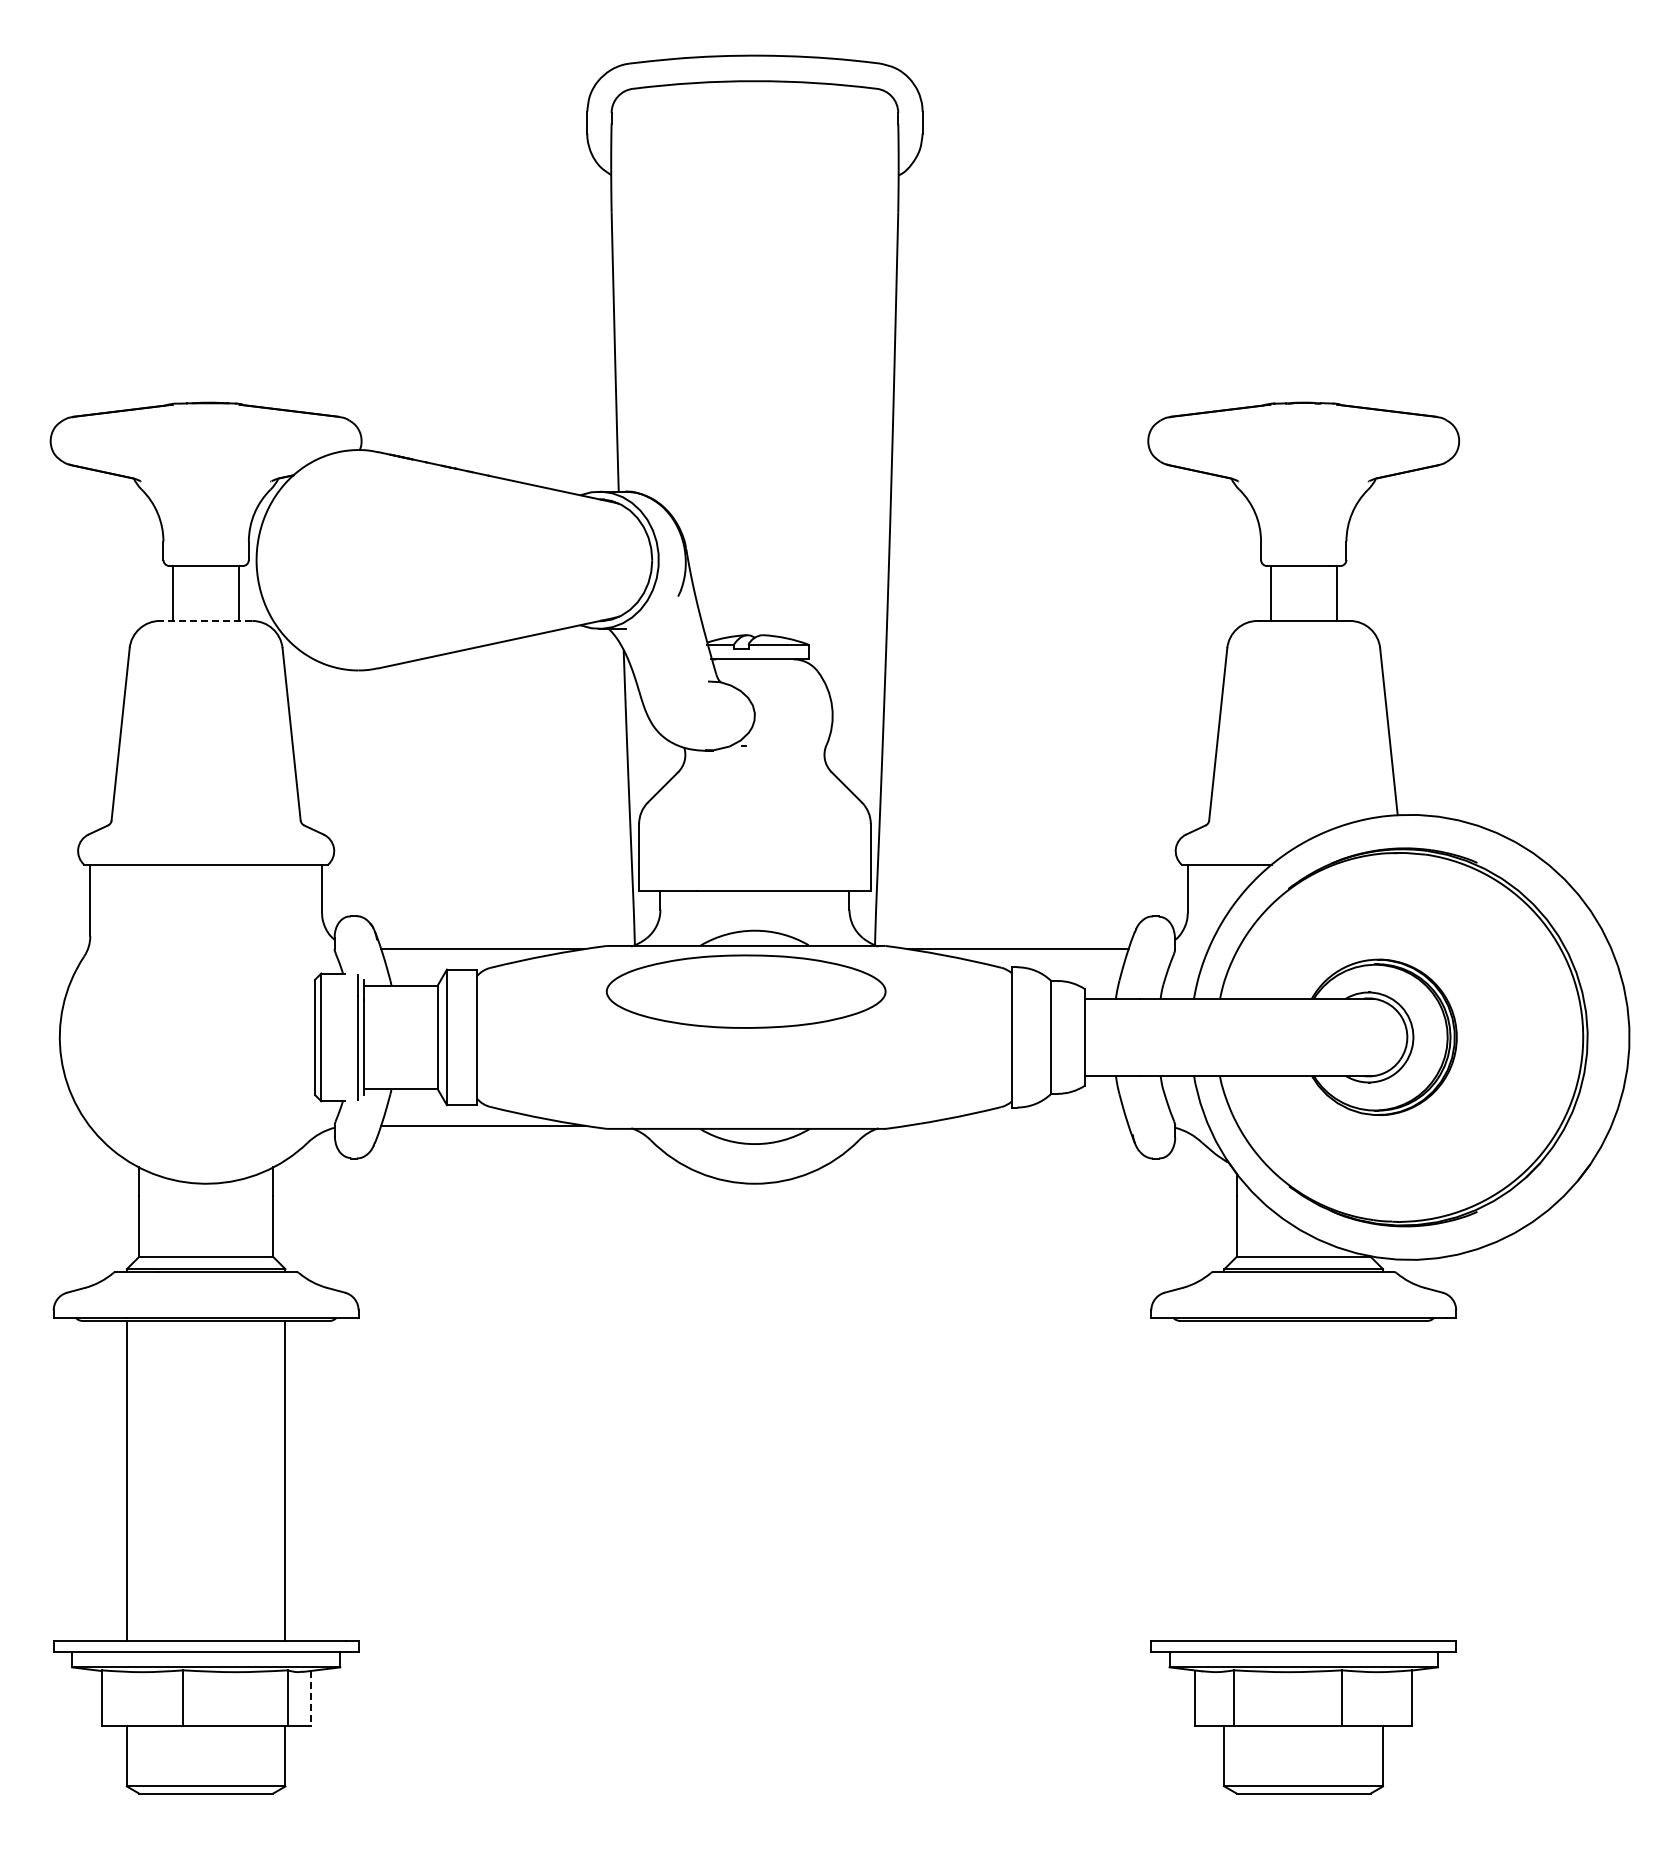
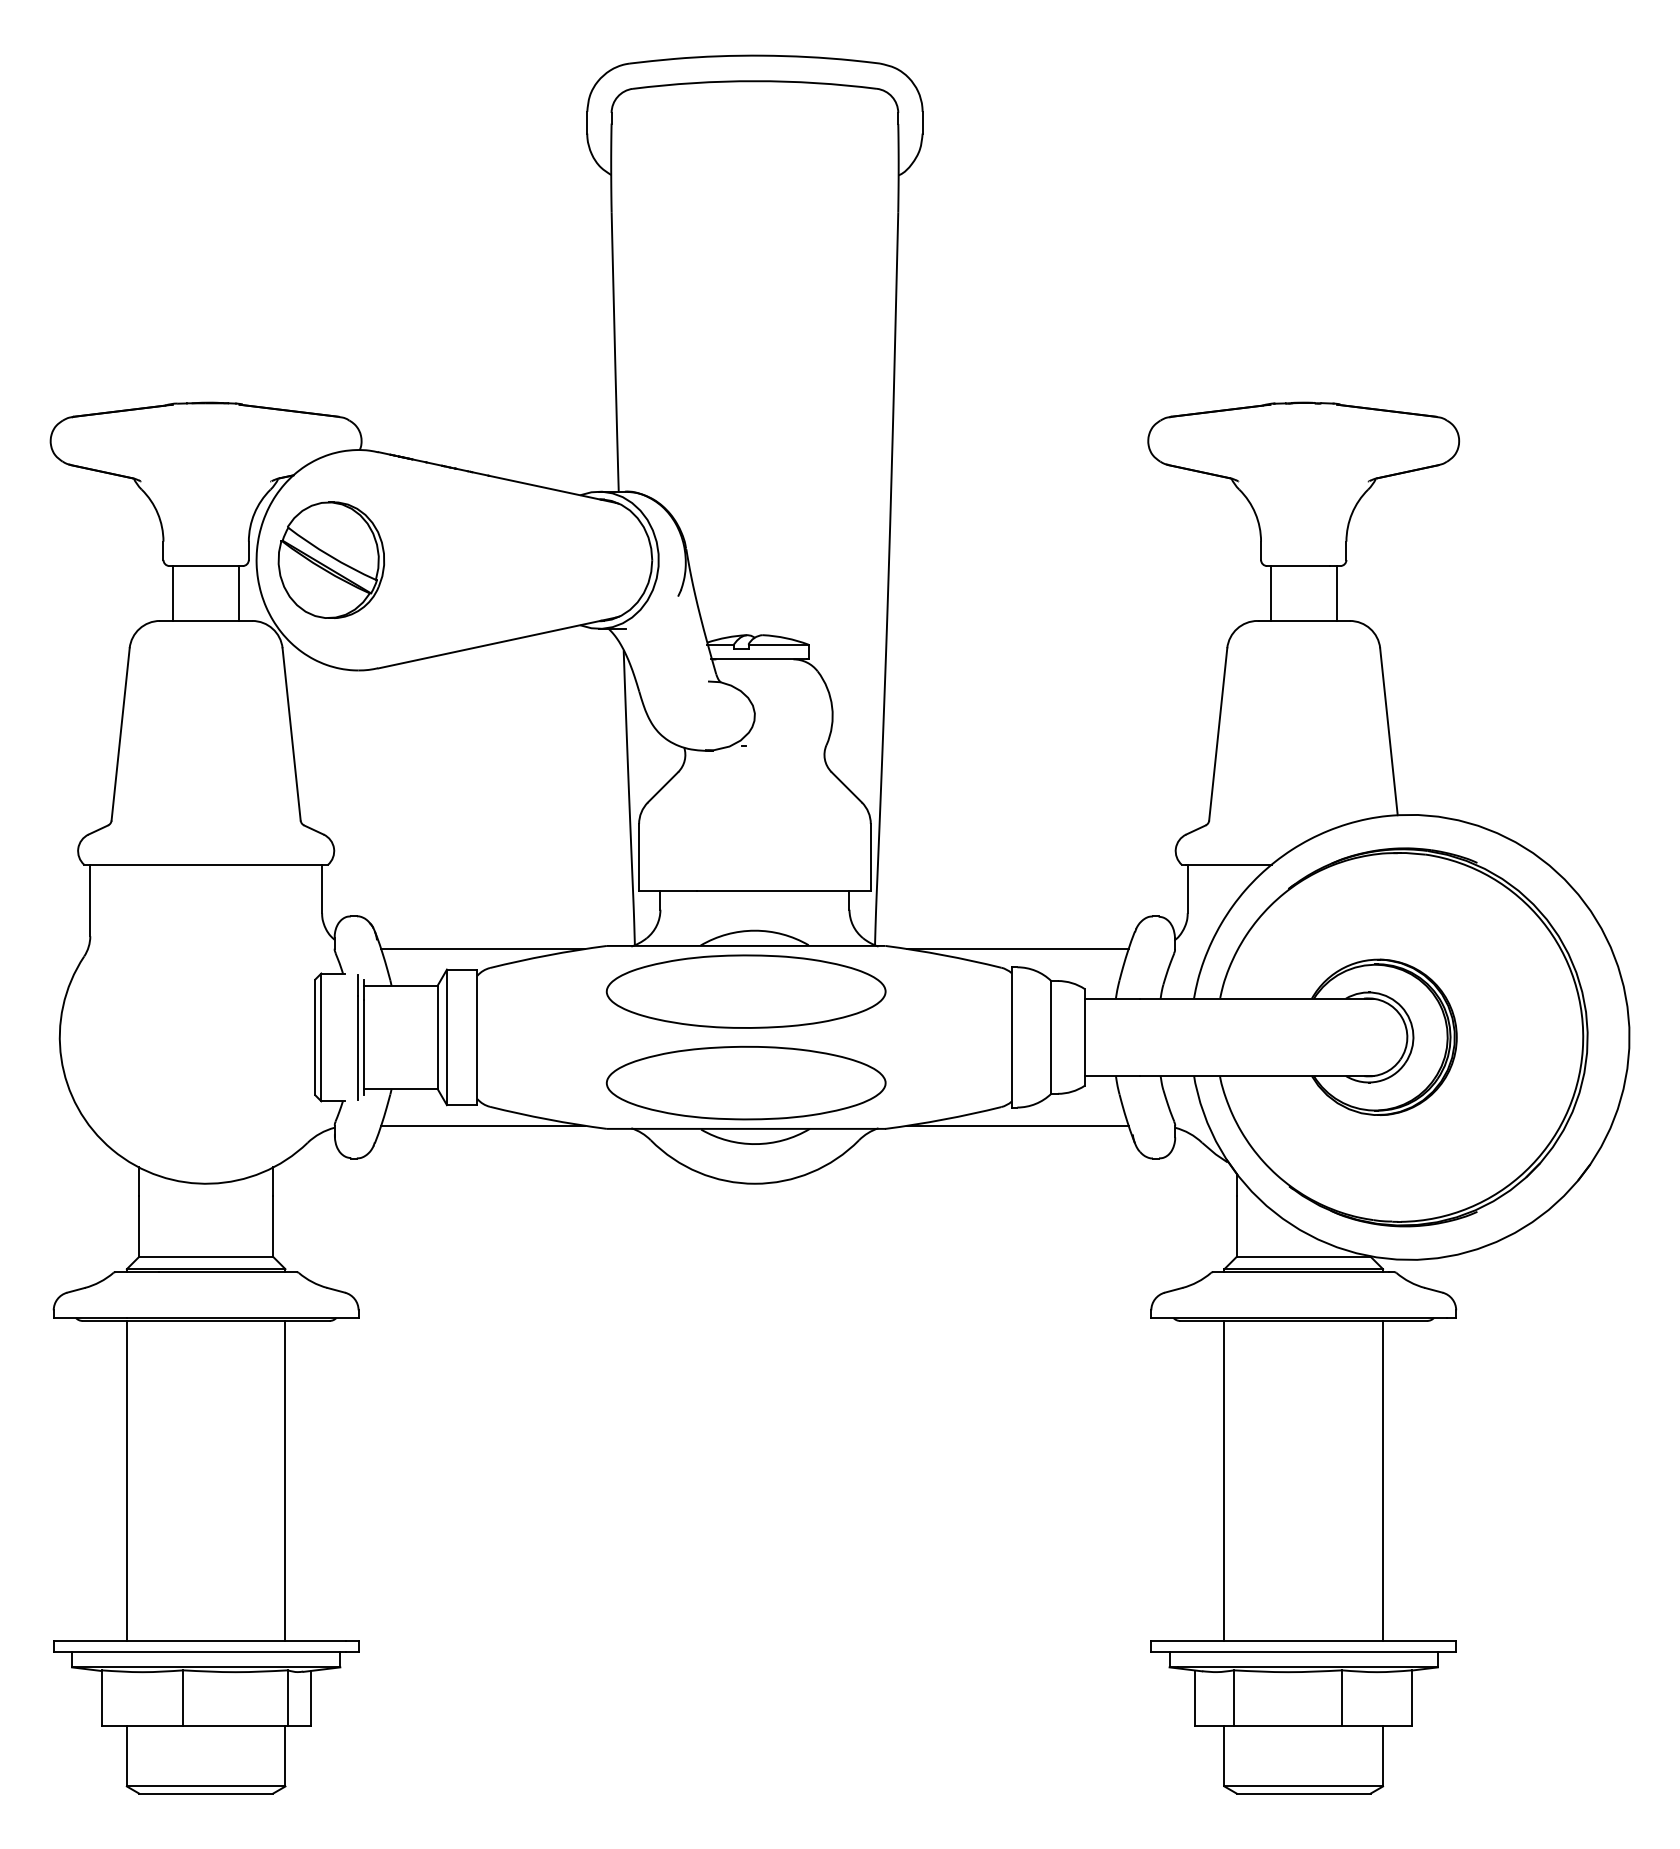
part at (330, 559): none -> present
line at (205, 620): dashed -> solid
part at (745, 1082): none -> present
line at (1017, 1125): none -> present
line at (1224, 1480): none -> present
line at (1383, 1480): none -> present
line at (310, 1698): dashed -> solid
